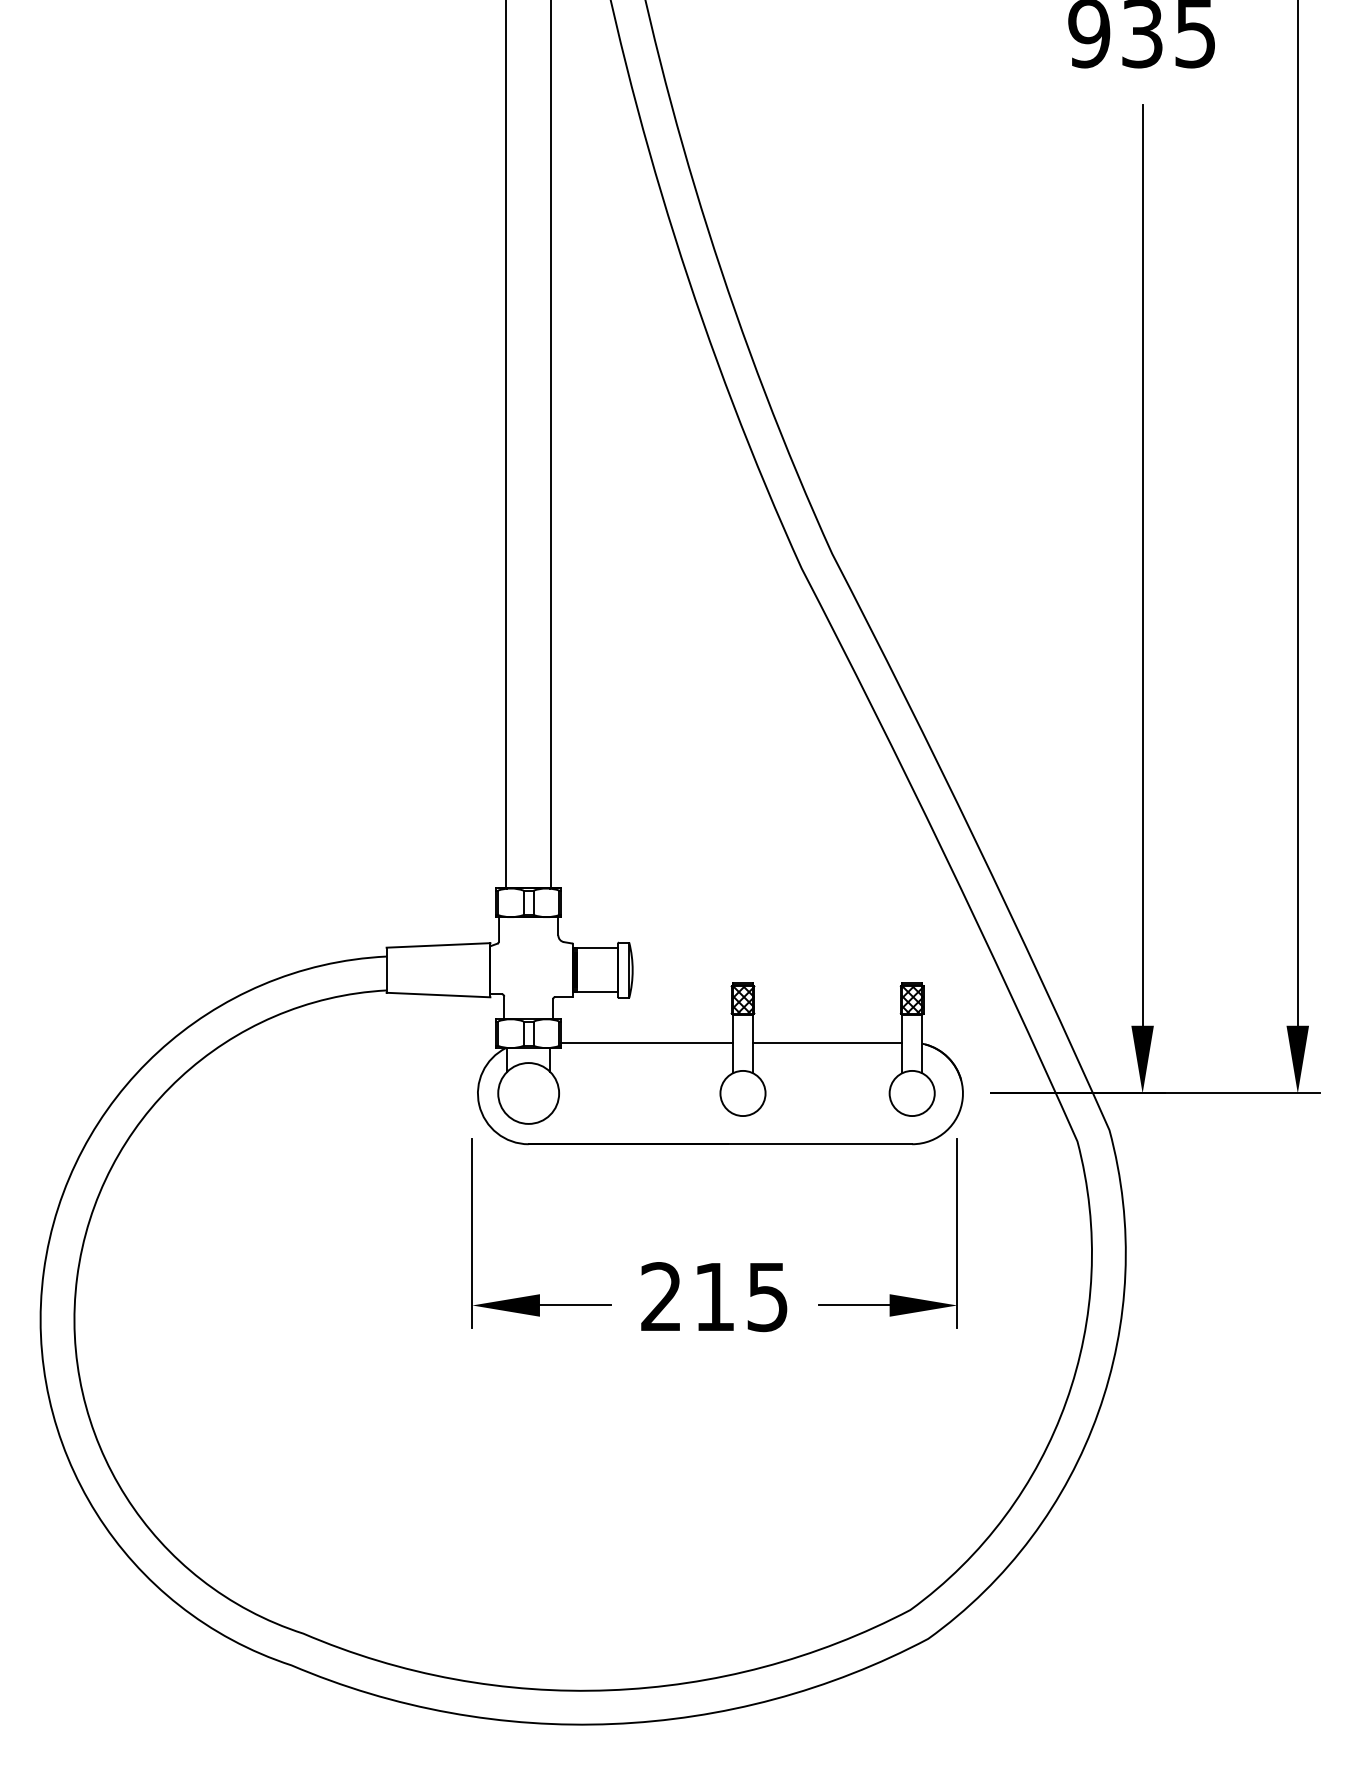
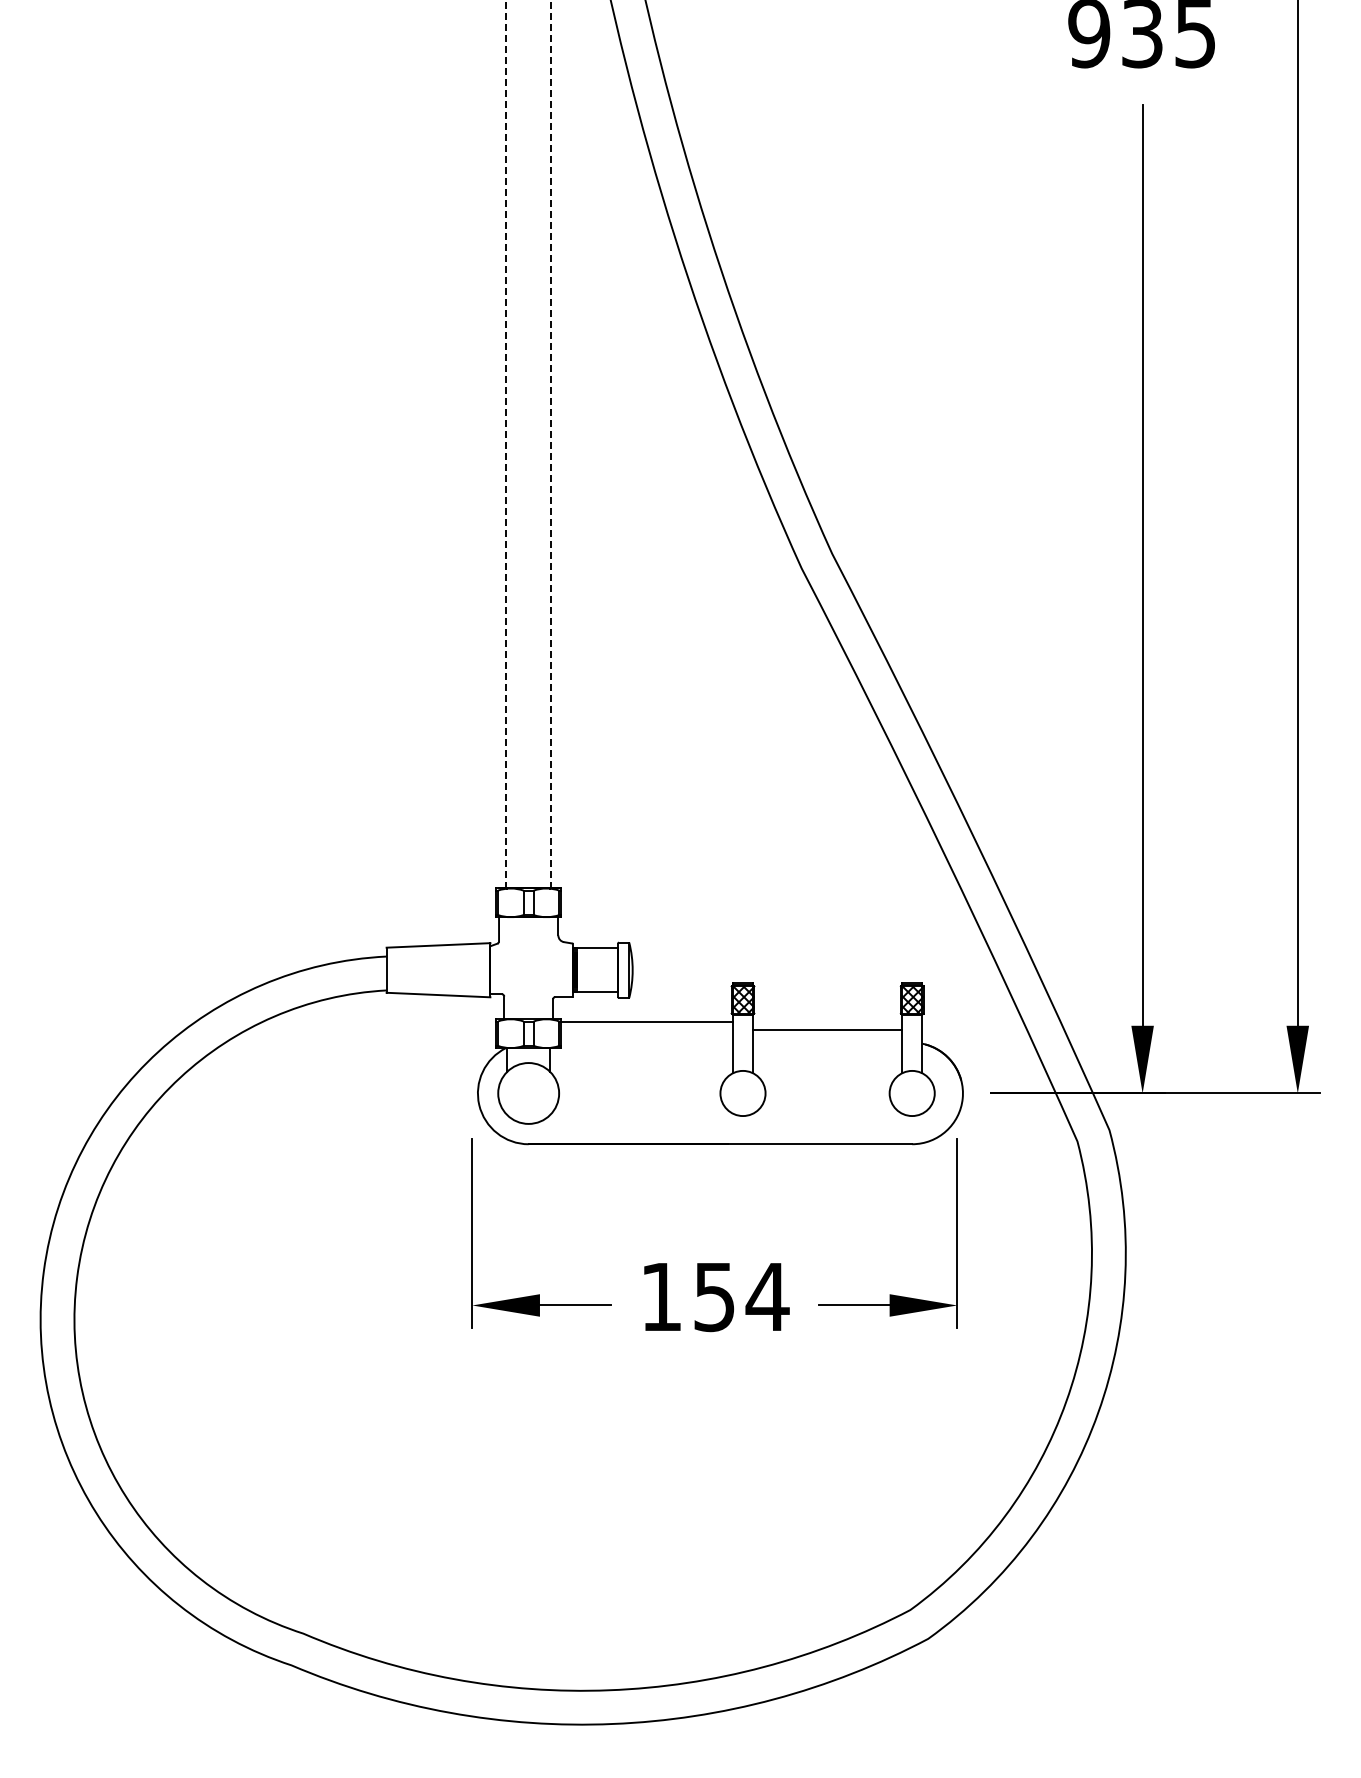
line at (506, 444): solid -> dashed
line at (551, 444): solid -> dashed
line at (646, 1042) position: (646, 1042) -> (646, 1021)
line at (827, 1042) position: (827, 1042) -> (827, 1029)
text at (715, 1297): 215 -> 154
